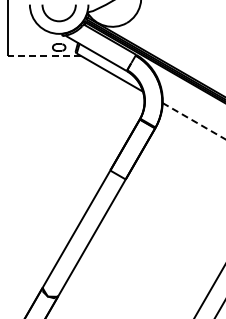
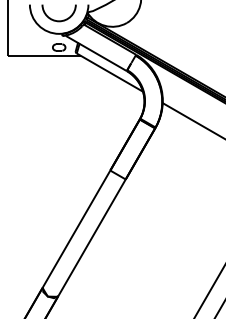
line at (44, 55): dashed -> solid
line at (194, 121): dashed -> solid
